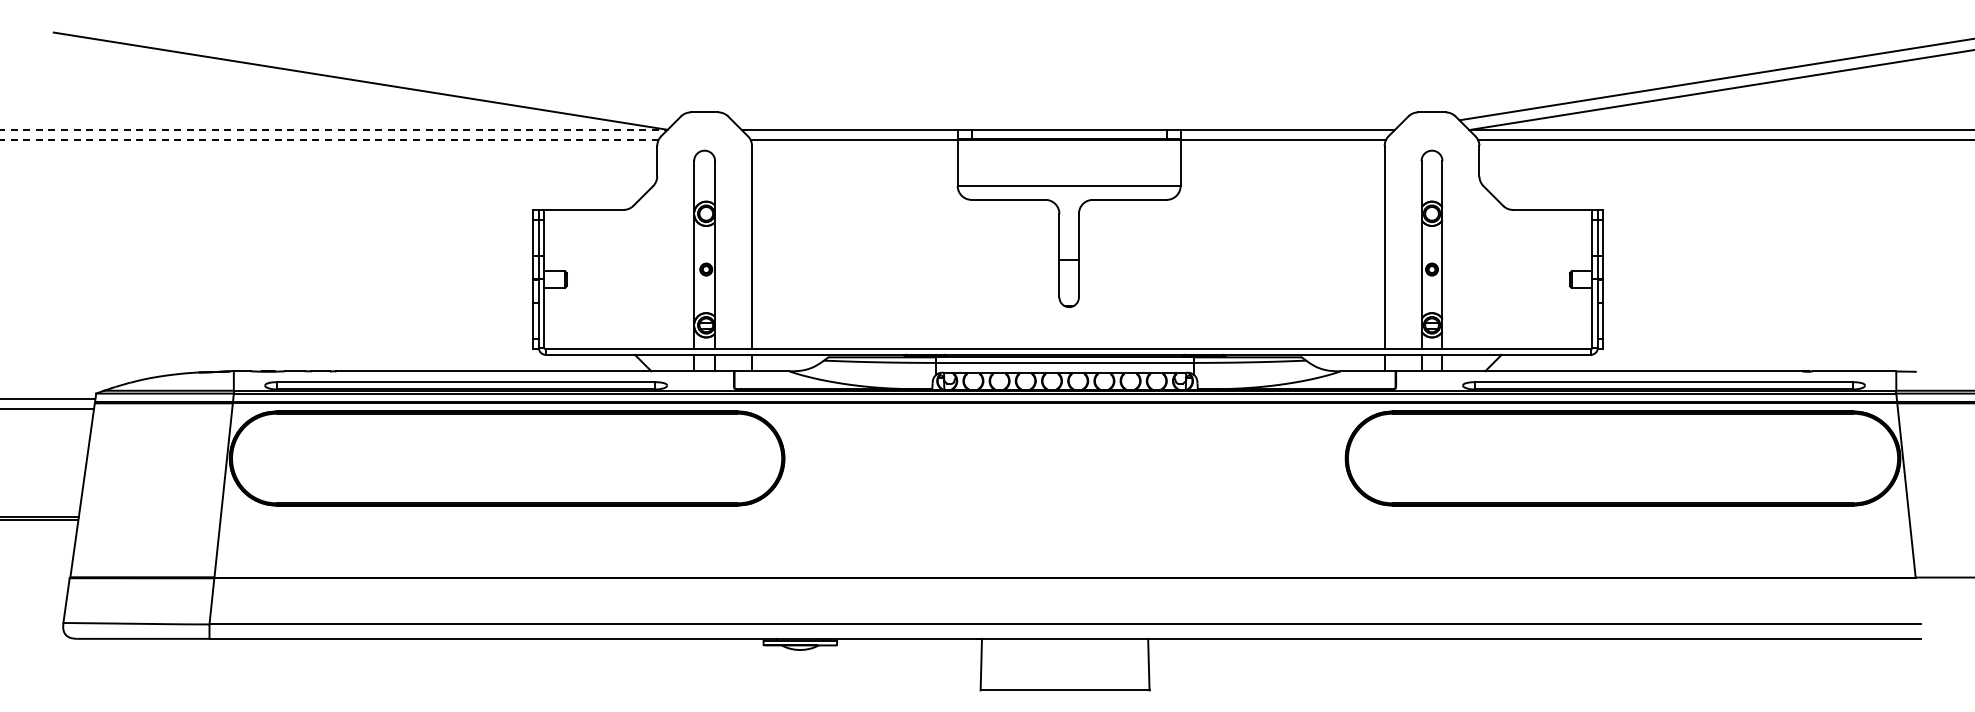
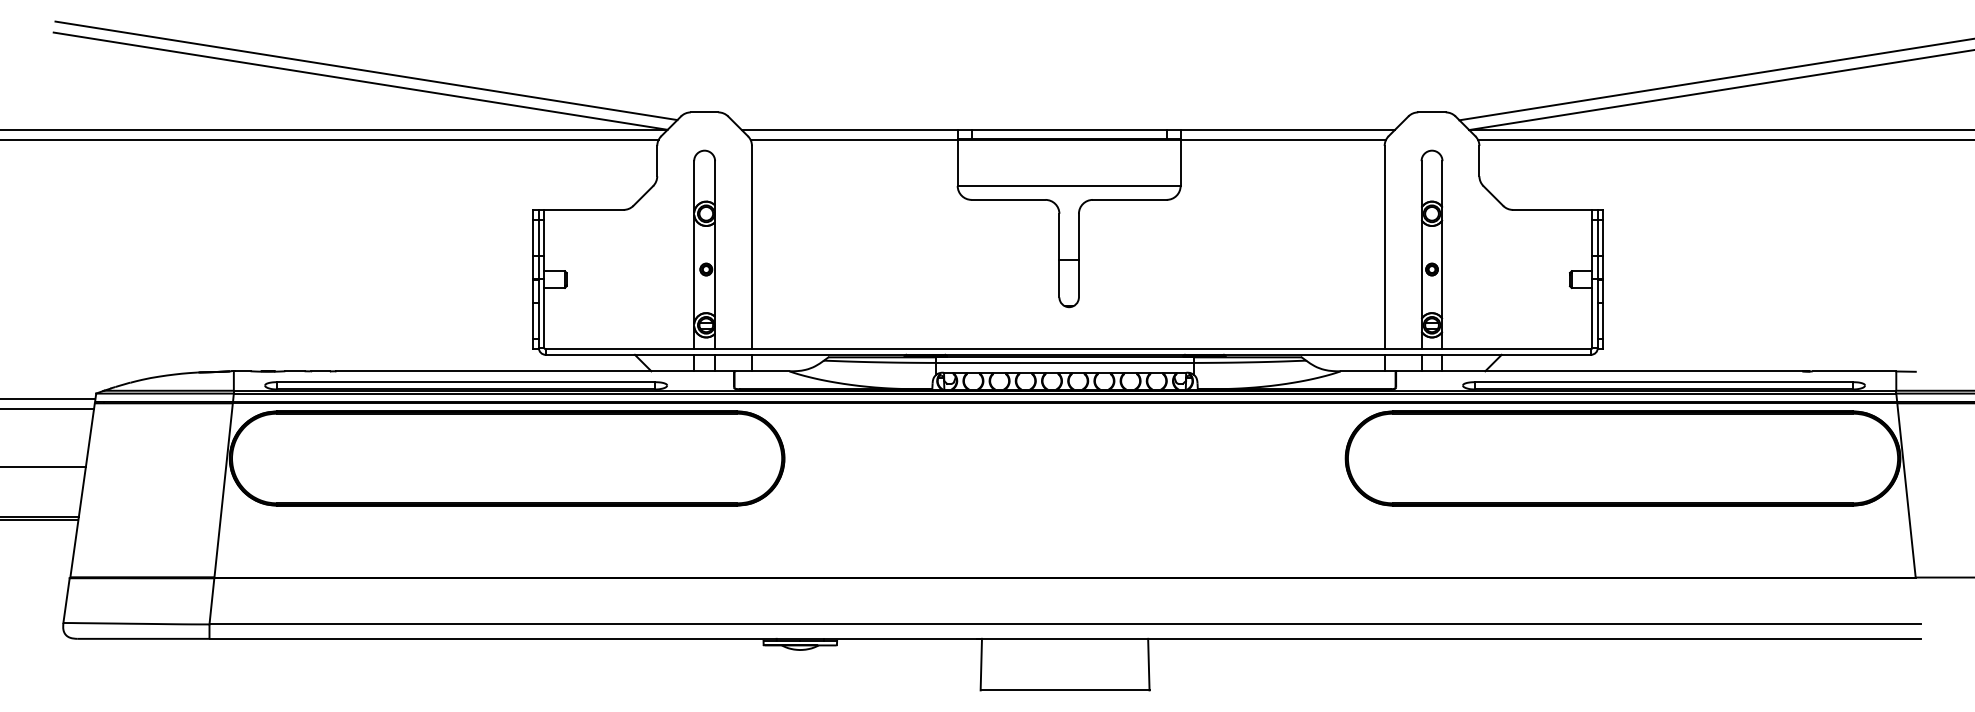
line at (366, 70): none -> present
line at (334, 130): dashed -> solid
line at (329, 139): dashed -> solid
line at (43, 466): none -> present
